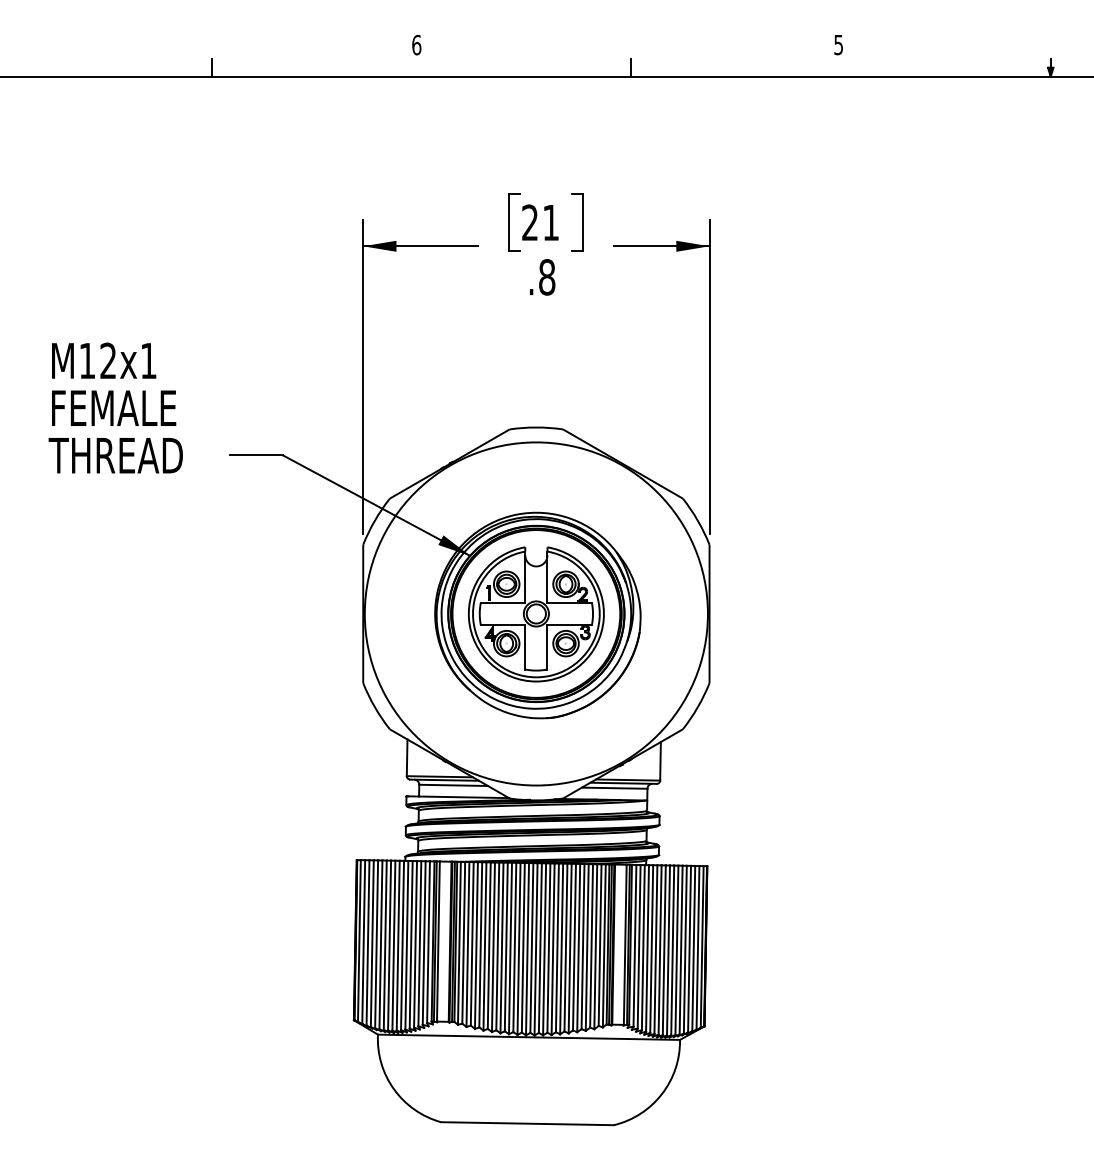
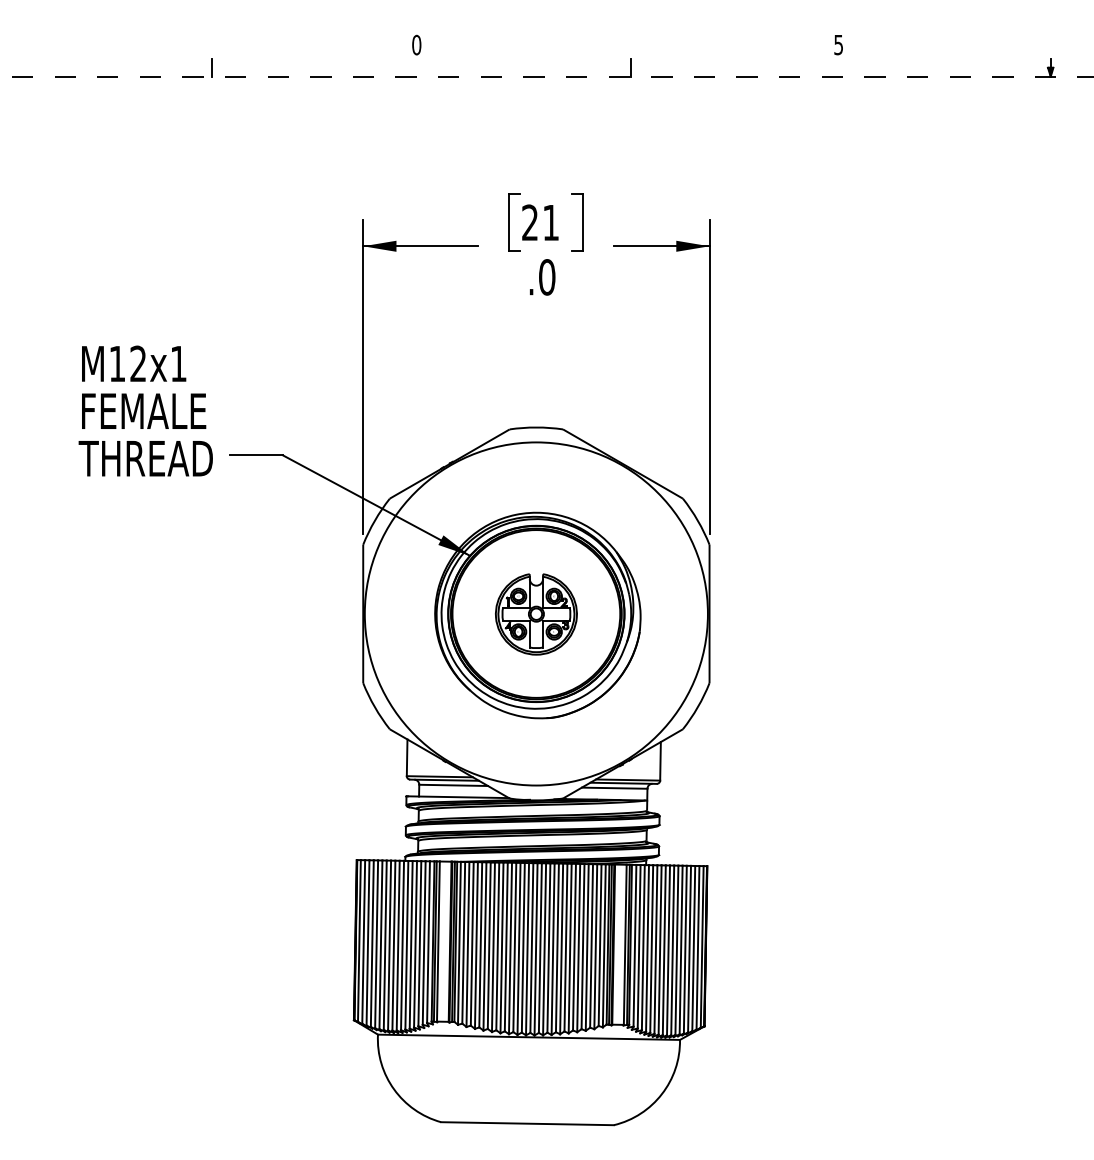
text at (416, 44): 6 -> 0
line at (547, 76): solid -> dashed
text at (547, 277): .8 -> .0
text at (115, 407) position: (115, 407) -> (145, 410)
part at (536, 614) size: 137x137 px -> 83x83 px
